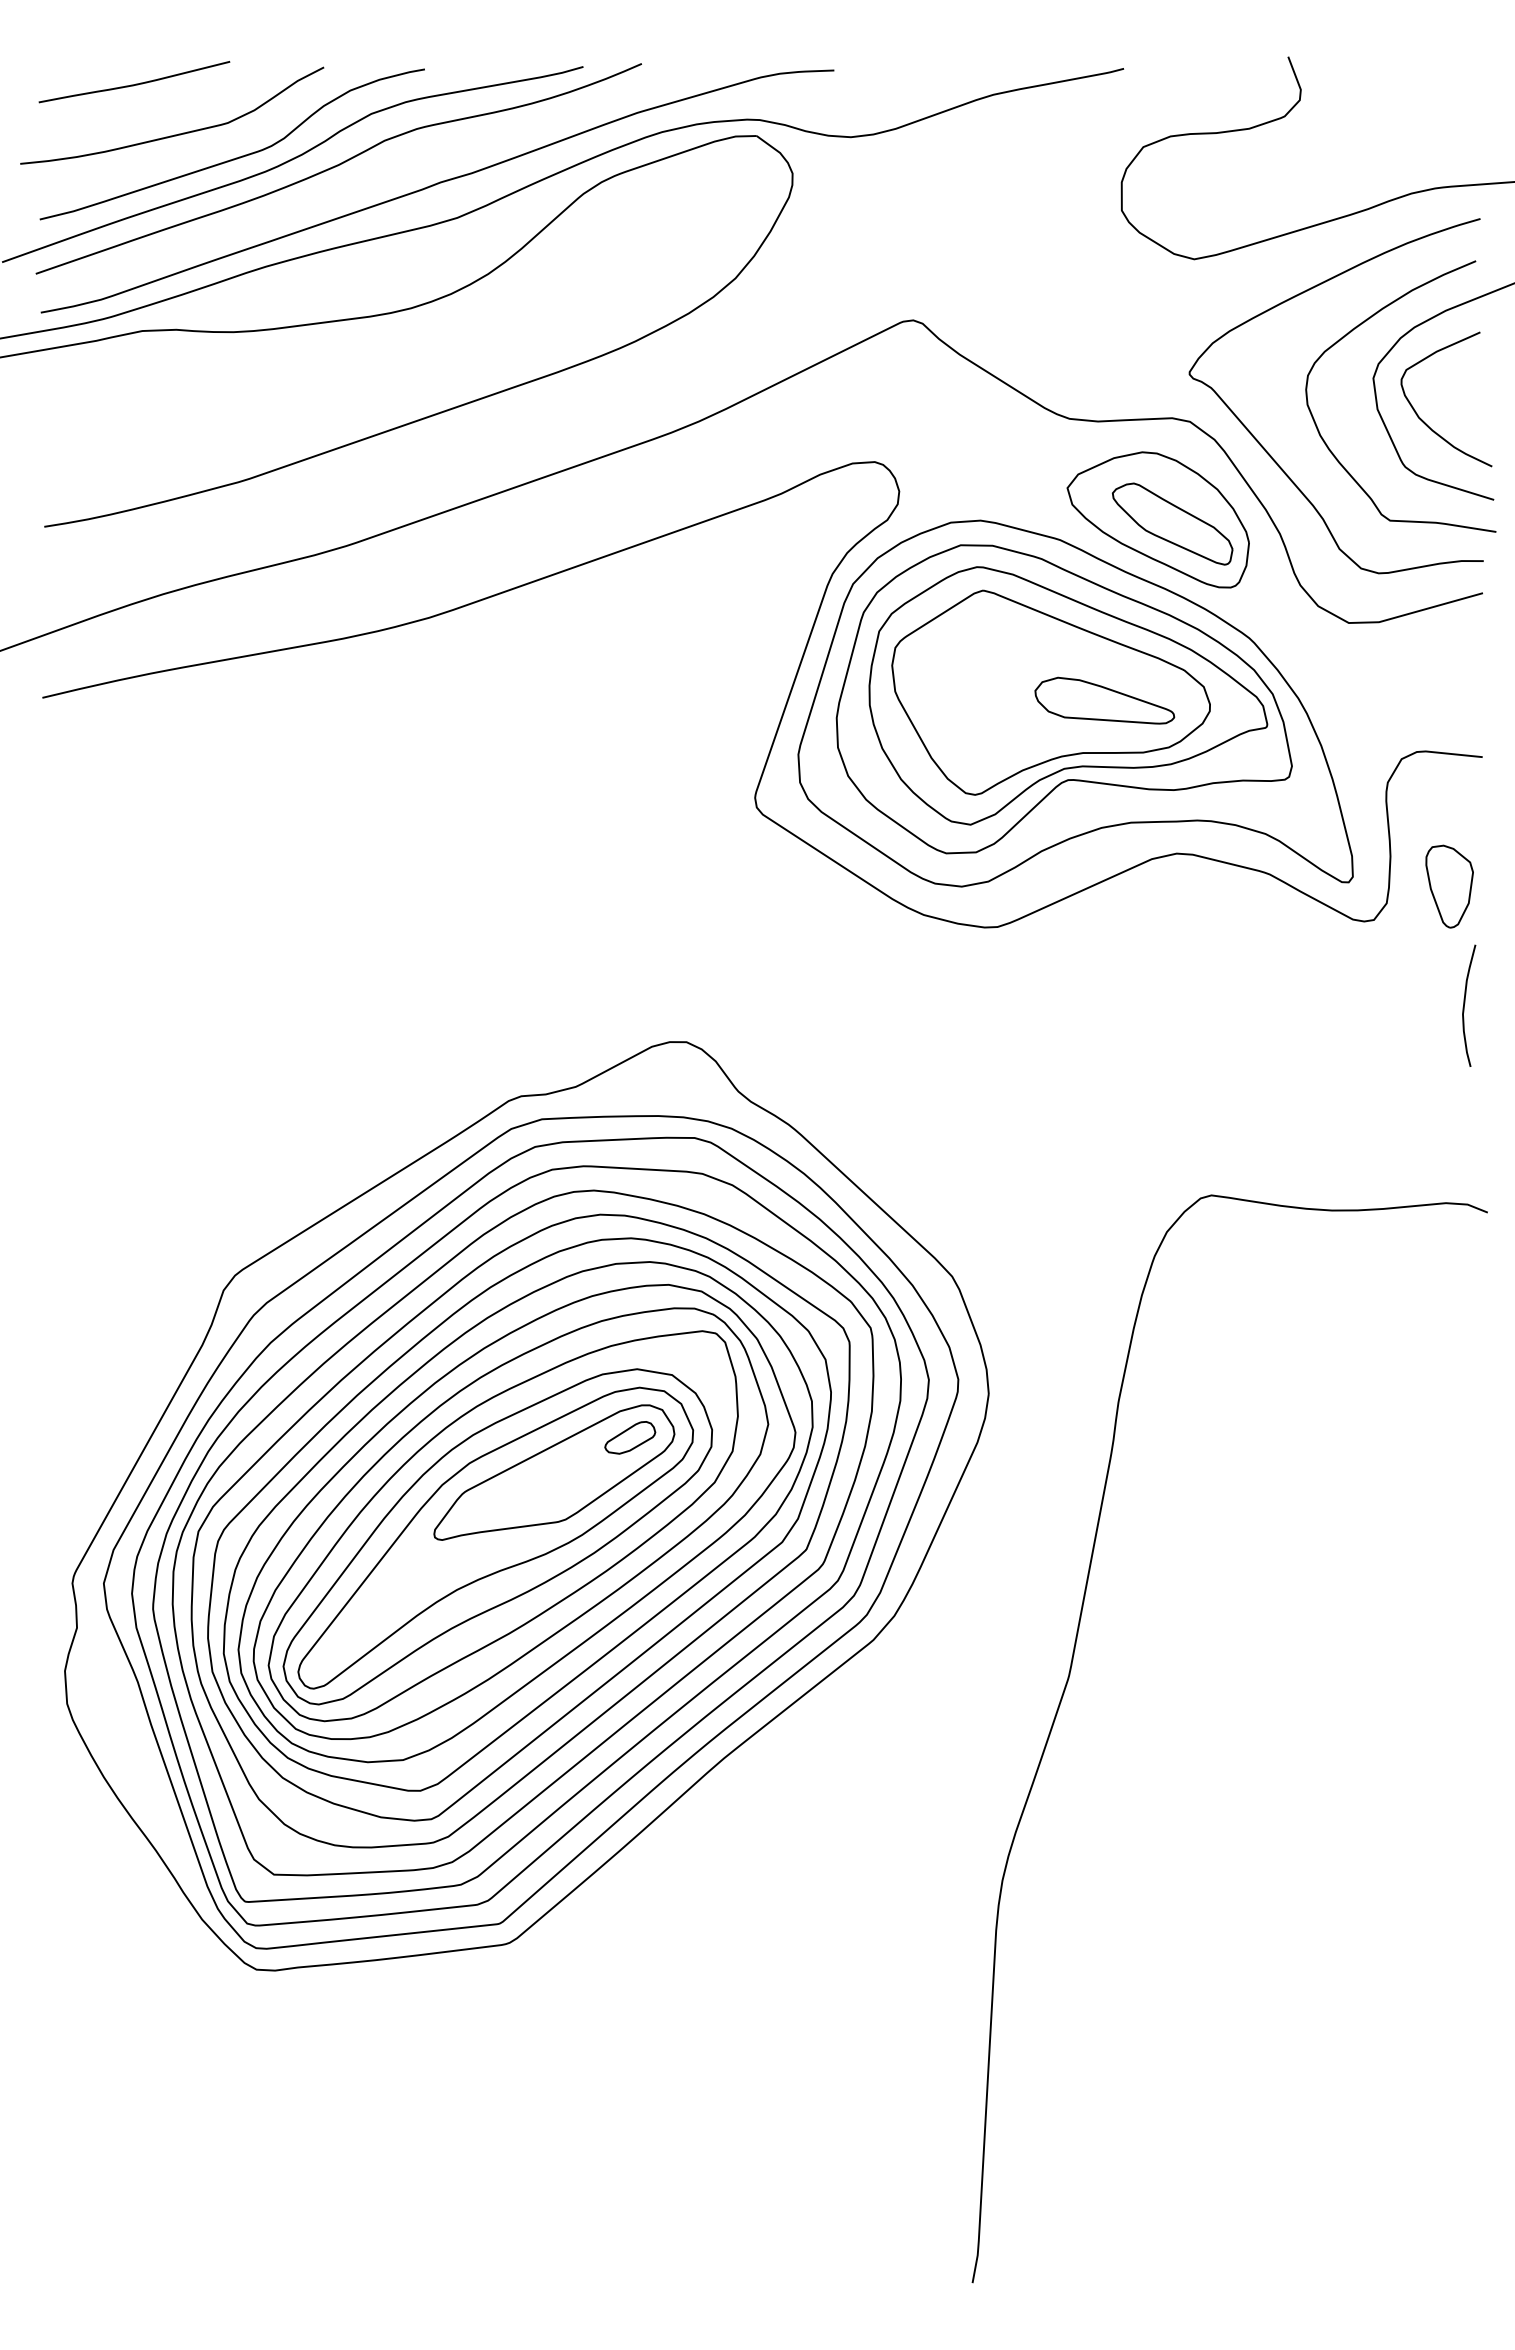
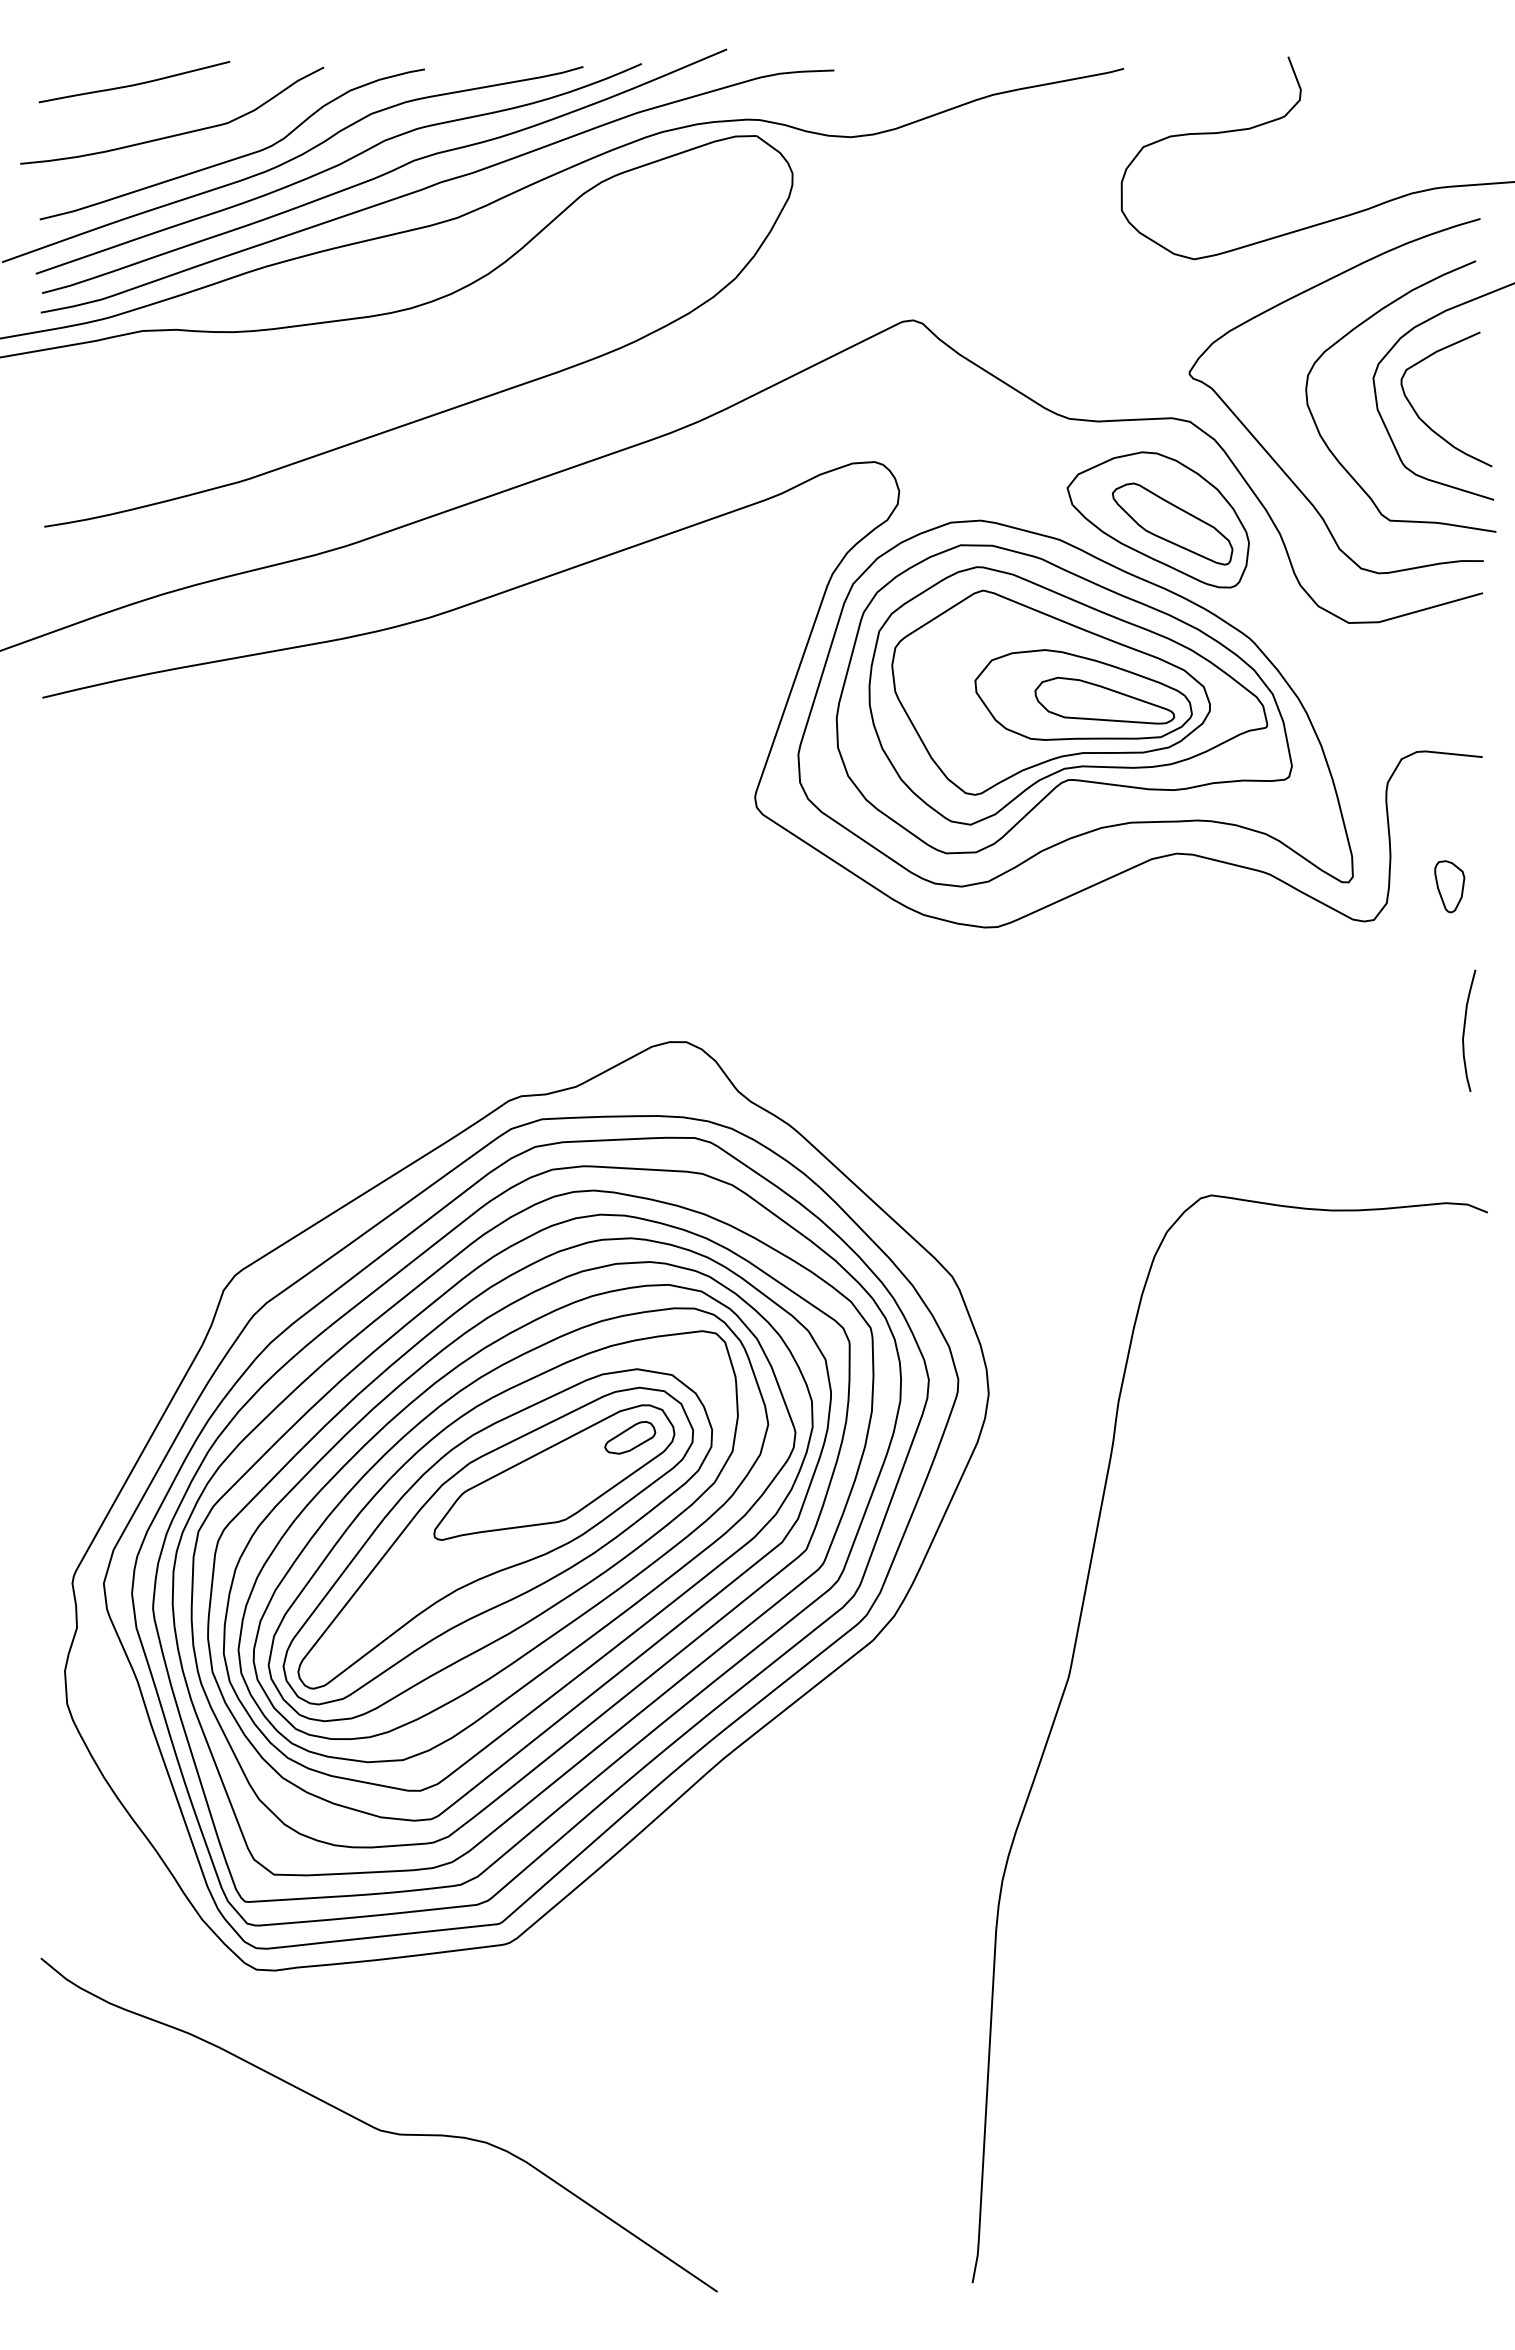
curve at (385, 172): none -> present
part at (1083, 694): none -> present
part at (1449, 886) size: 49x85 px -> 32x54 px
curve at (1465, 1003) position: (1465, 1003) -> (1465, 1028)
curve at (376, 2127): none -> present
